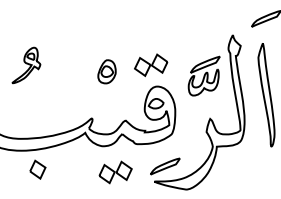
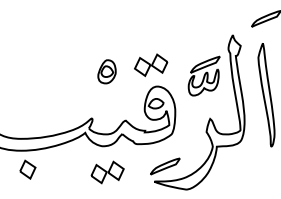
part at (26, 65): present -> none
part at (37, 169) position: (37, 169) -> (27, 169)
part at (115, 172) position: (115, 172) -> (107, 172)
